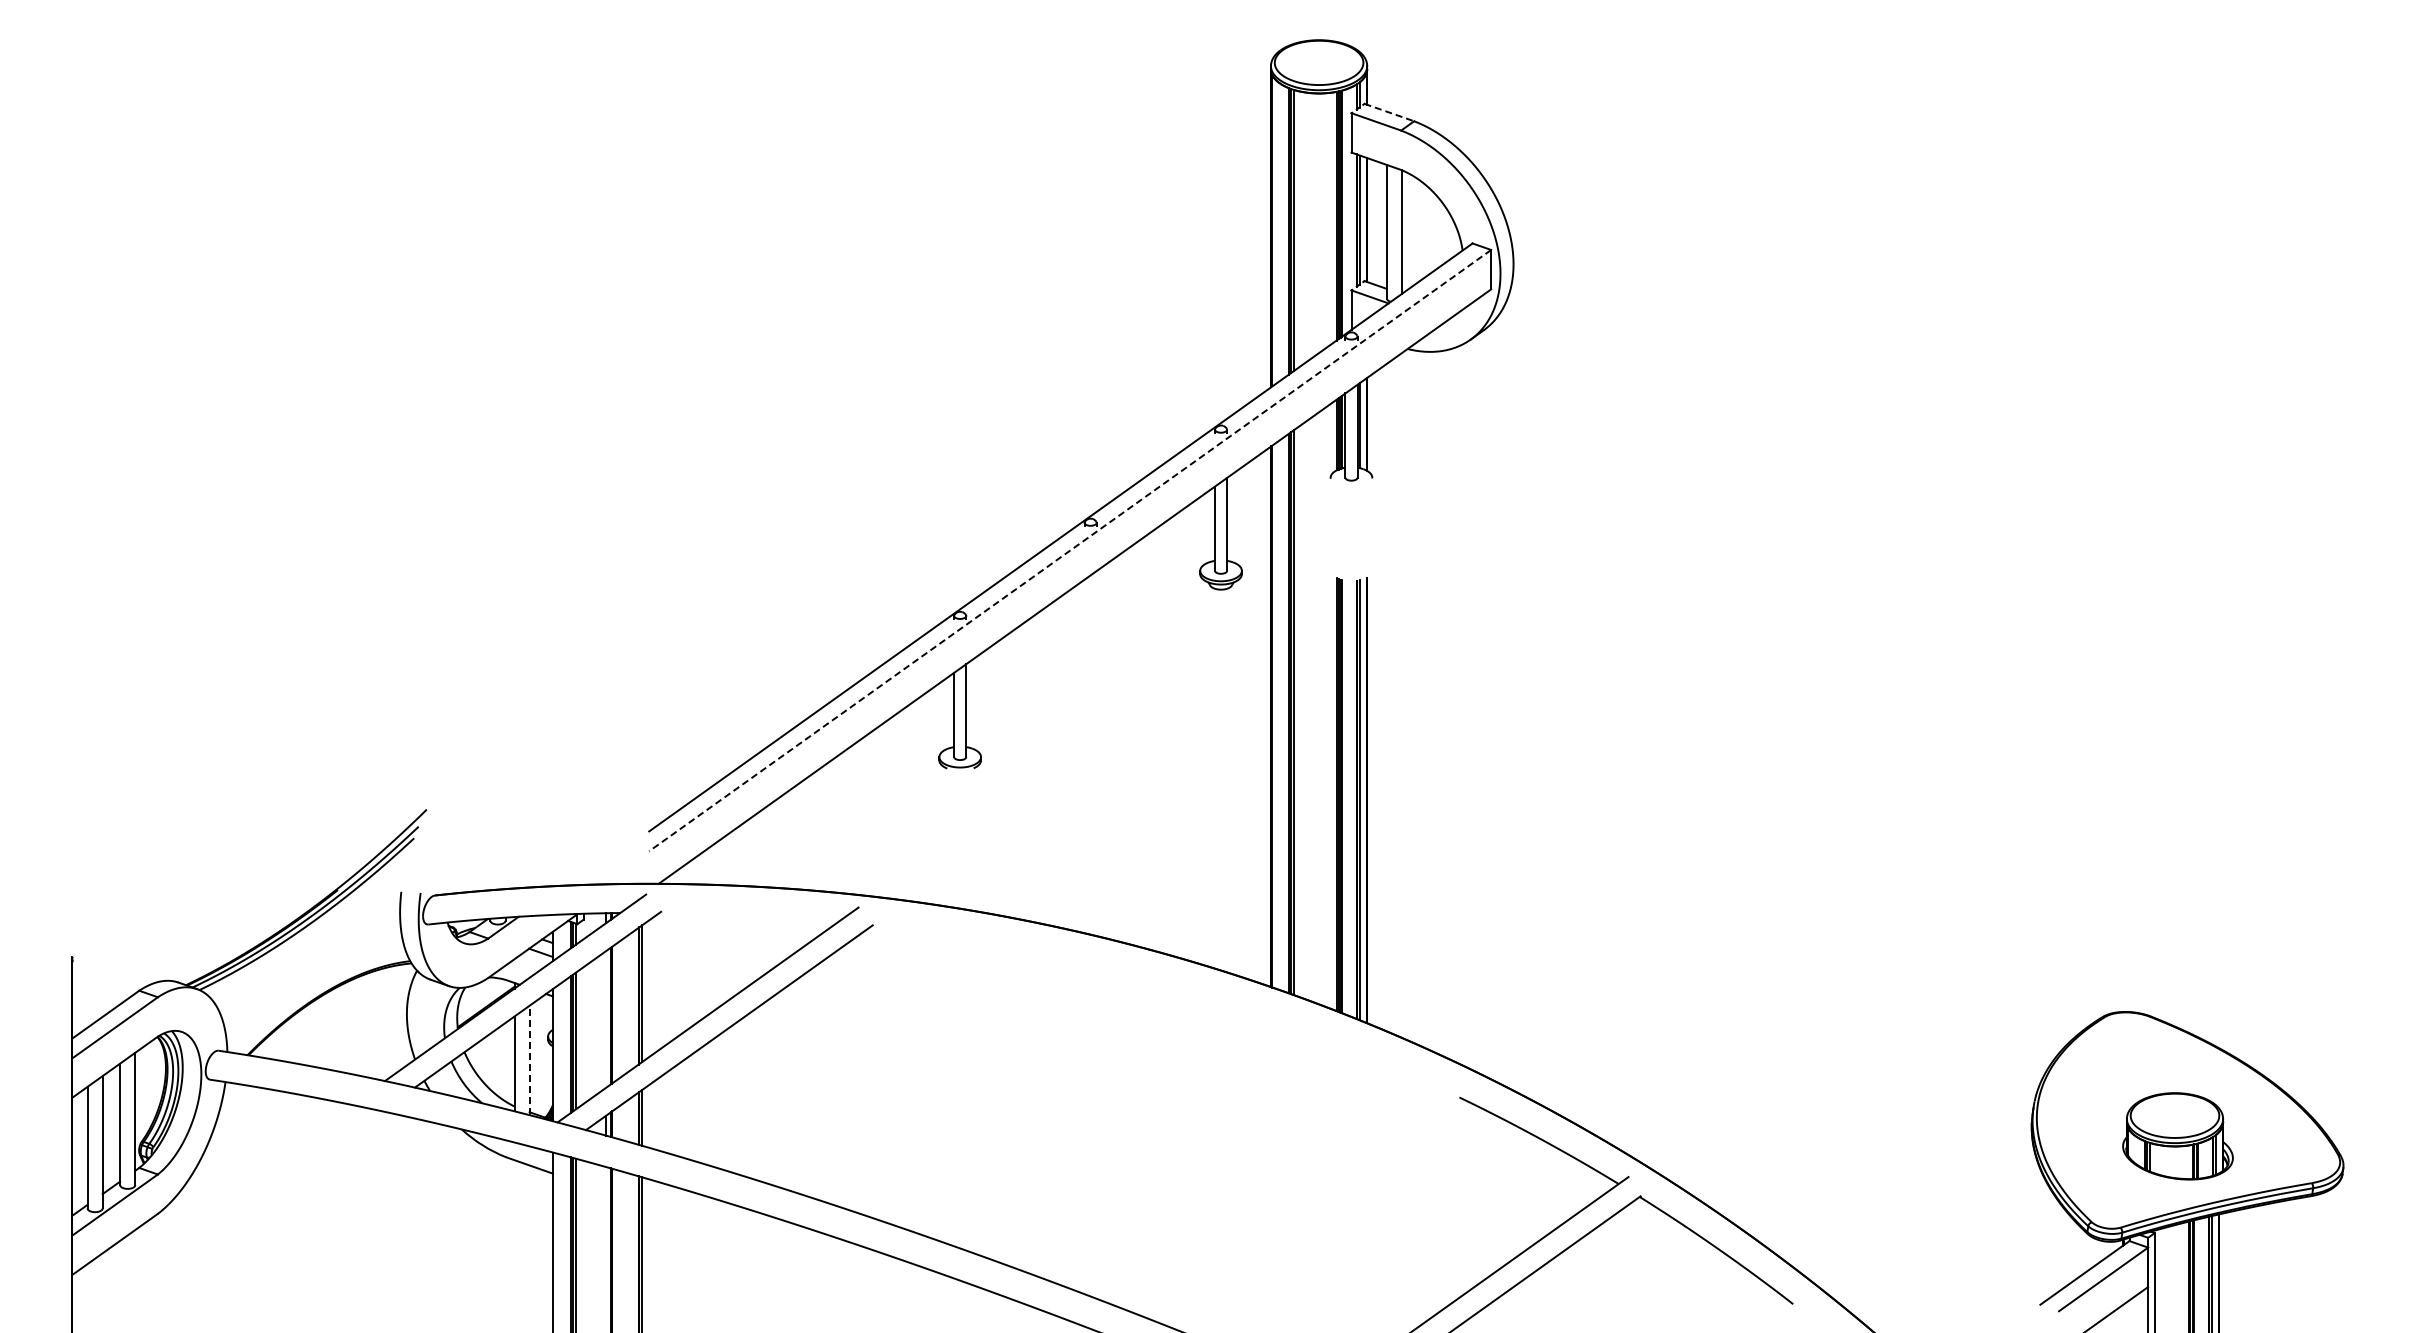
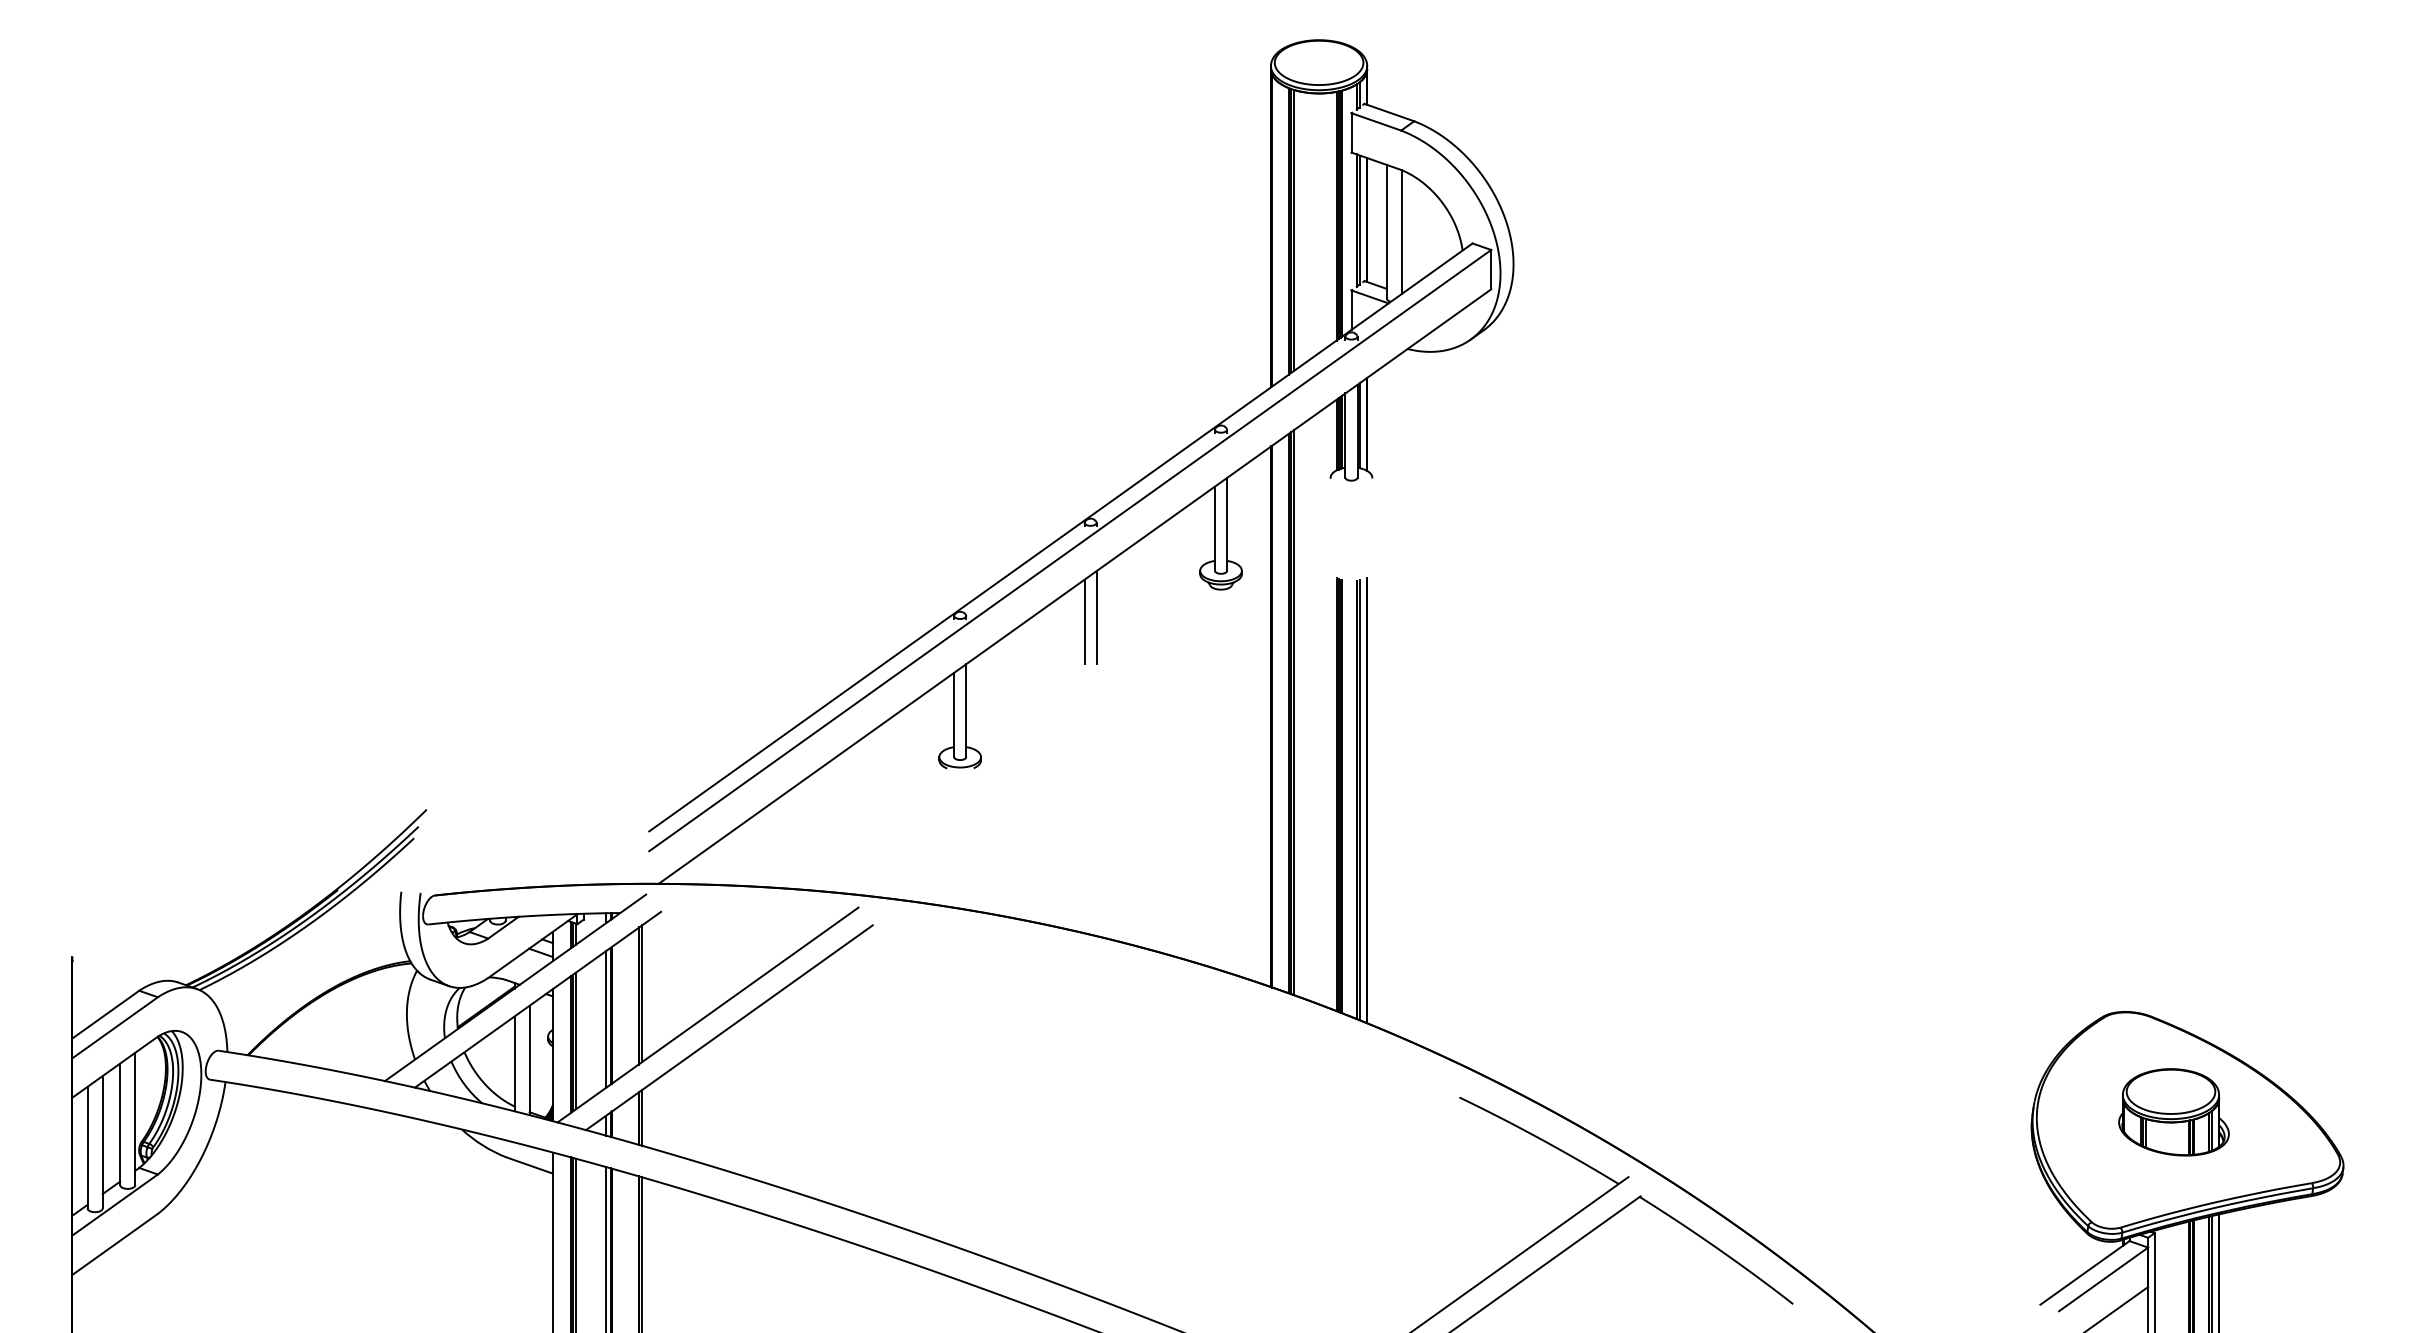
line at (1389, 112): dashed -> solid
line at (1069, 550): dashed -> solid
line at (1096, 617): none -> present
line at (1084, 621): none -> present
line at (606, 1018): none -> present
line at (529, 1060): dashed -> solid
part at (2177, 1136) position: (2177, 1136) -> (2173, 1112)
line at (606, 1248): none -> present
